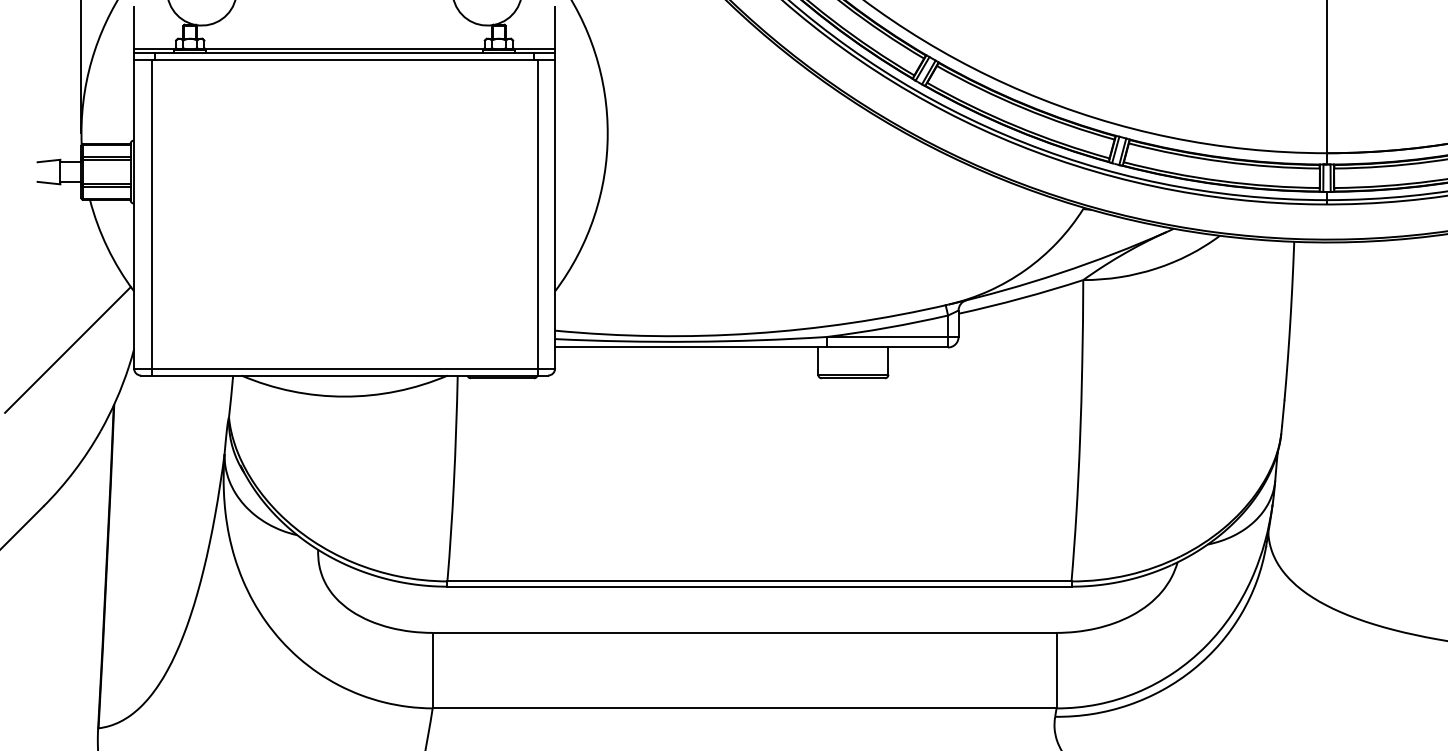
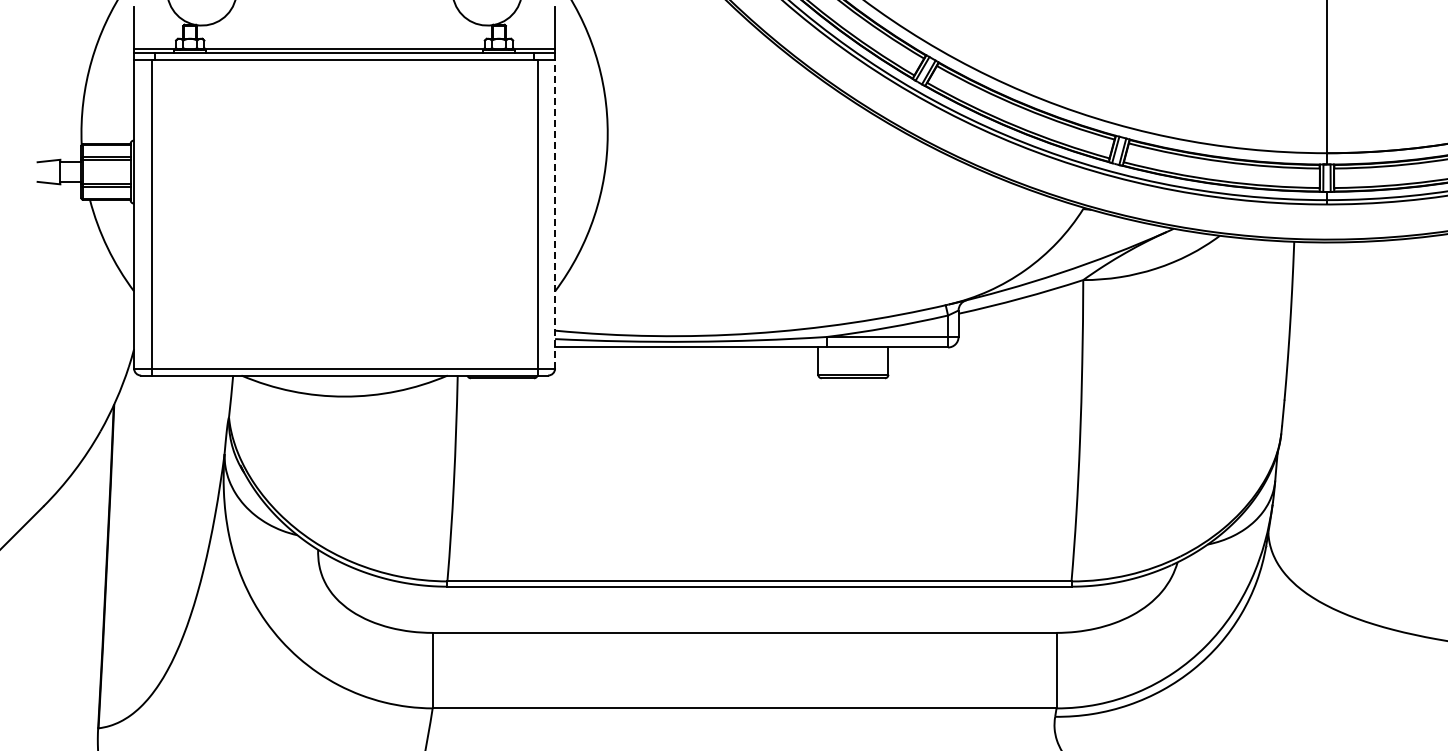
line at (81, 67): present -> none
line at (555, 213): solid -> dashed
line at (67, 349): present -> none
